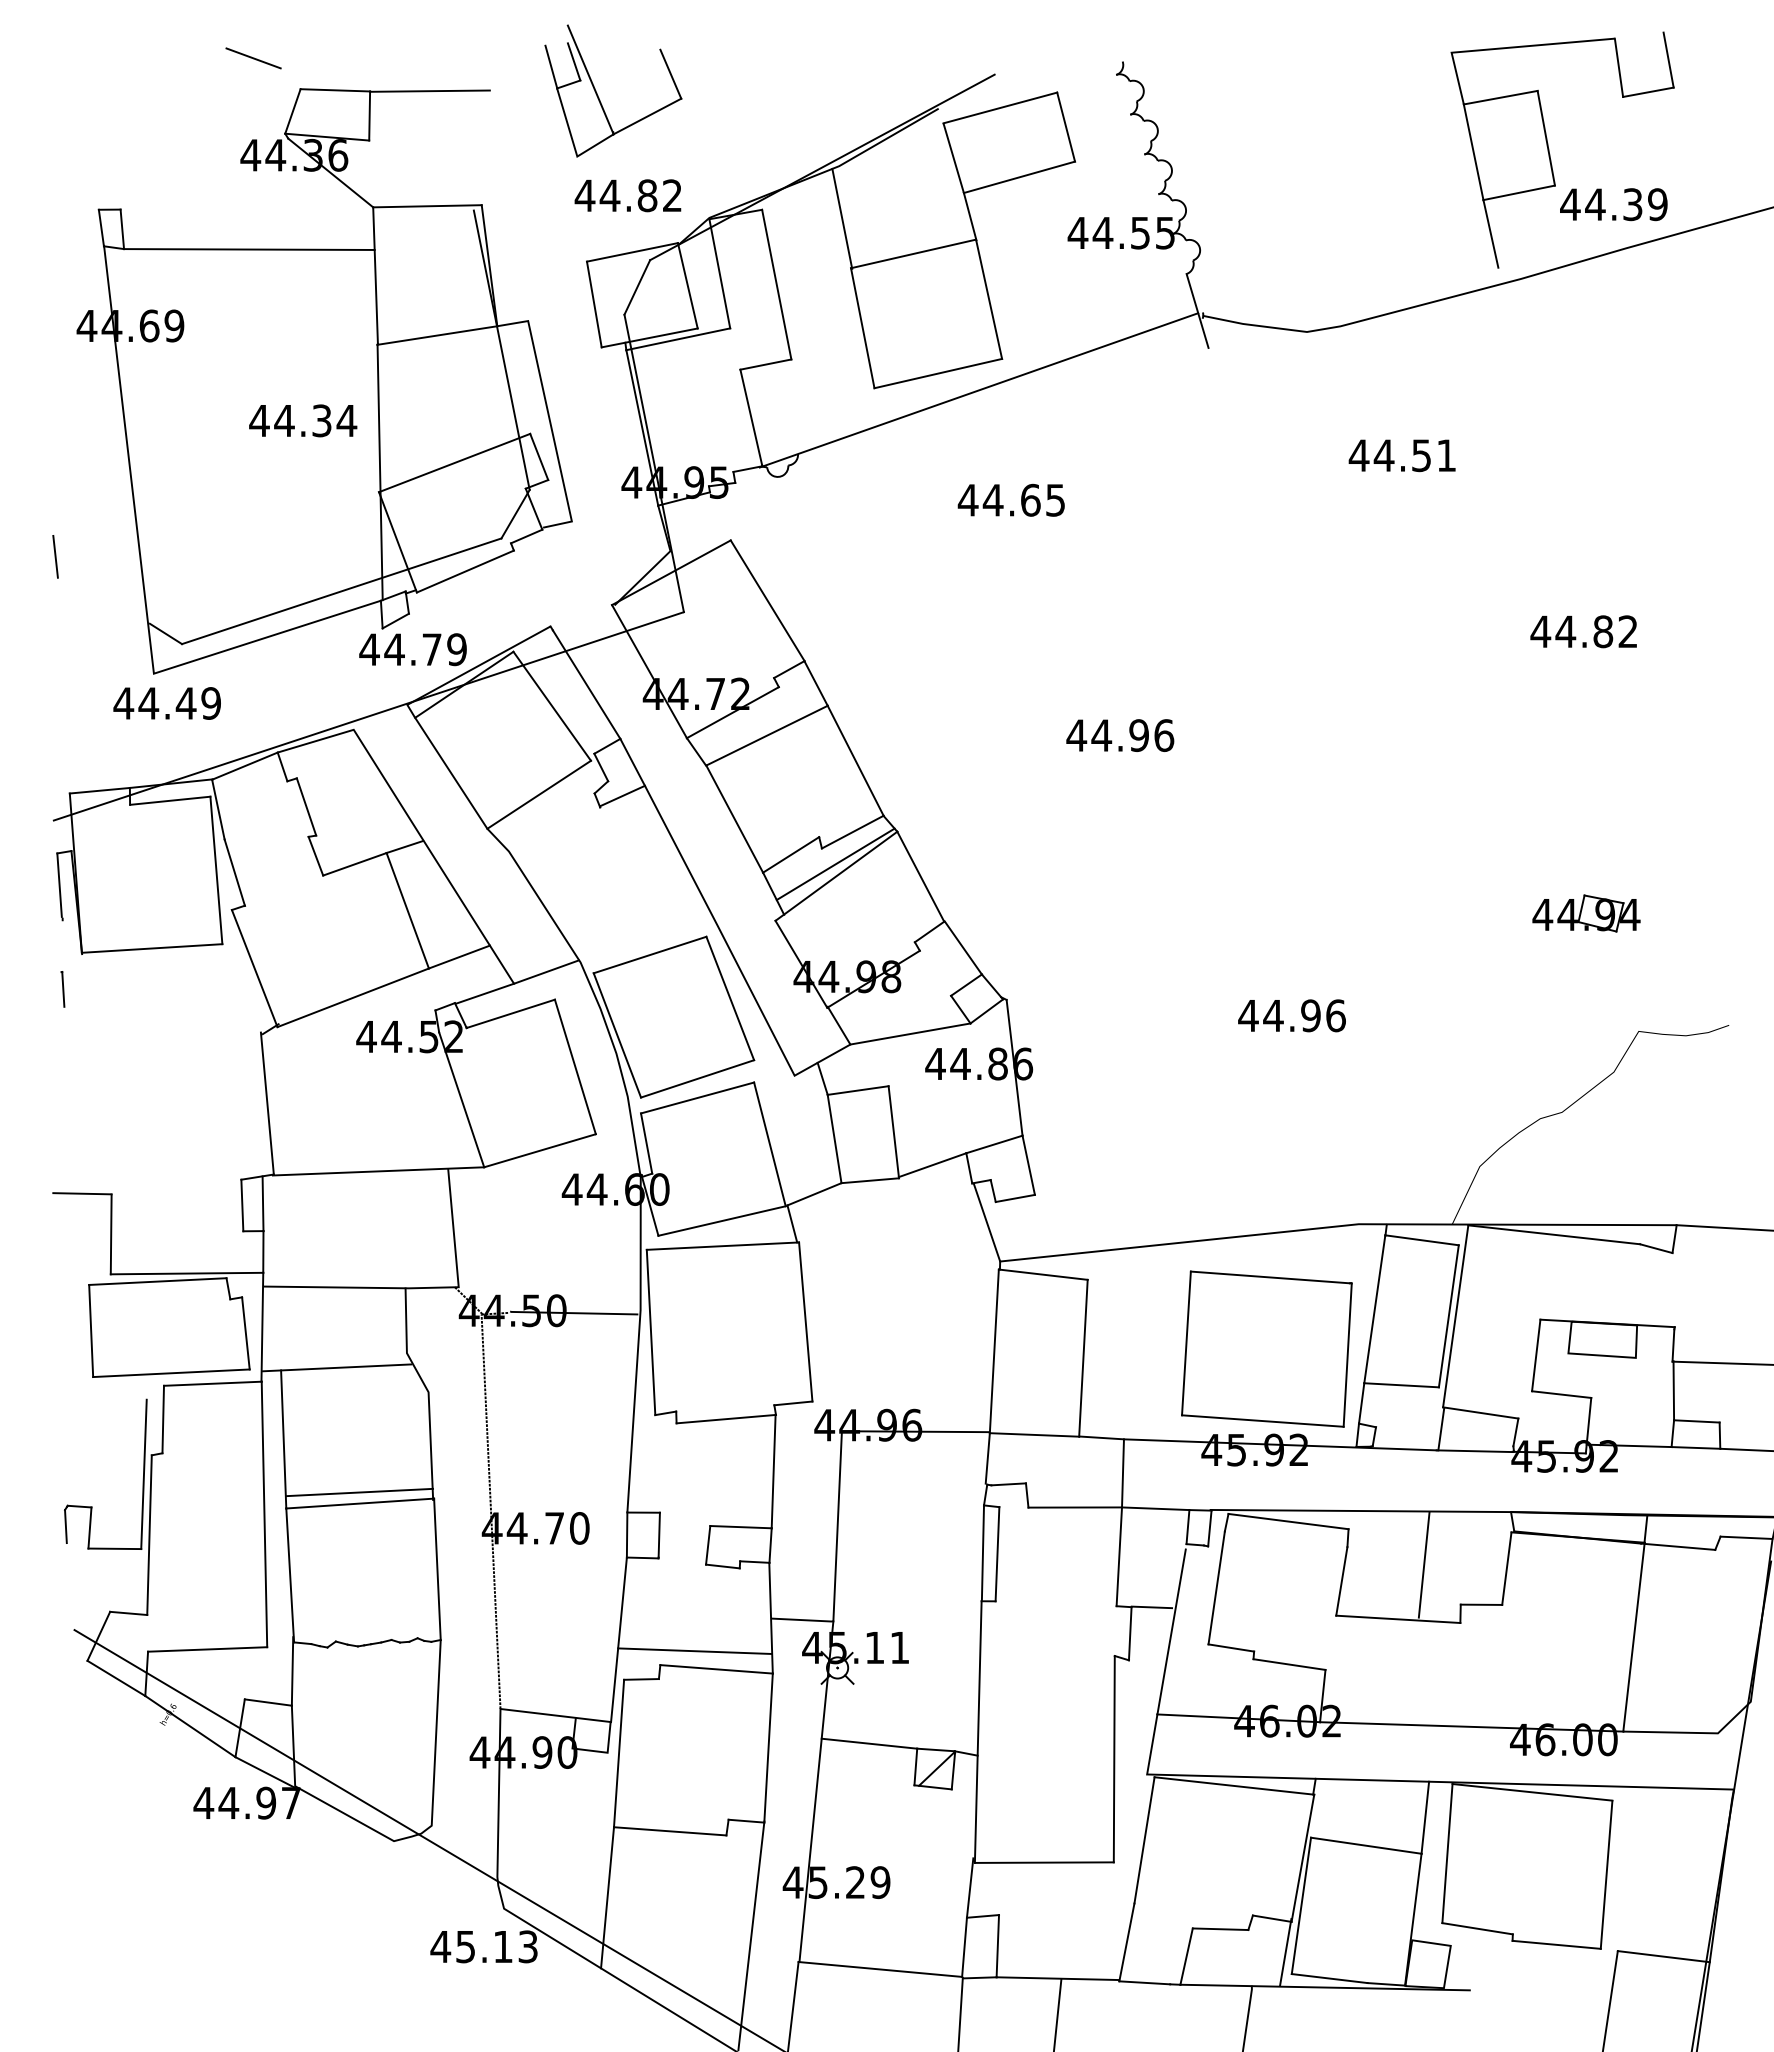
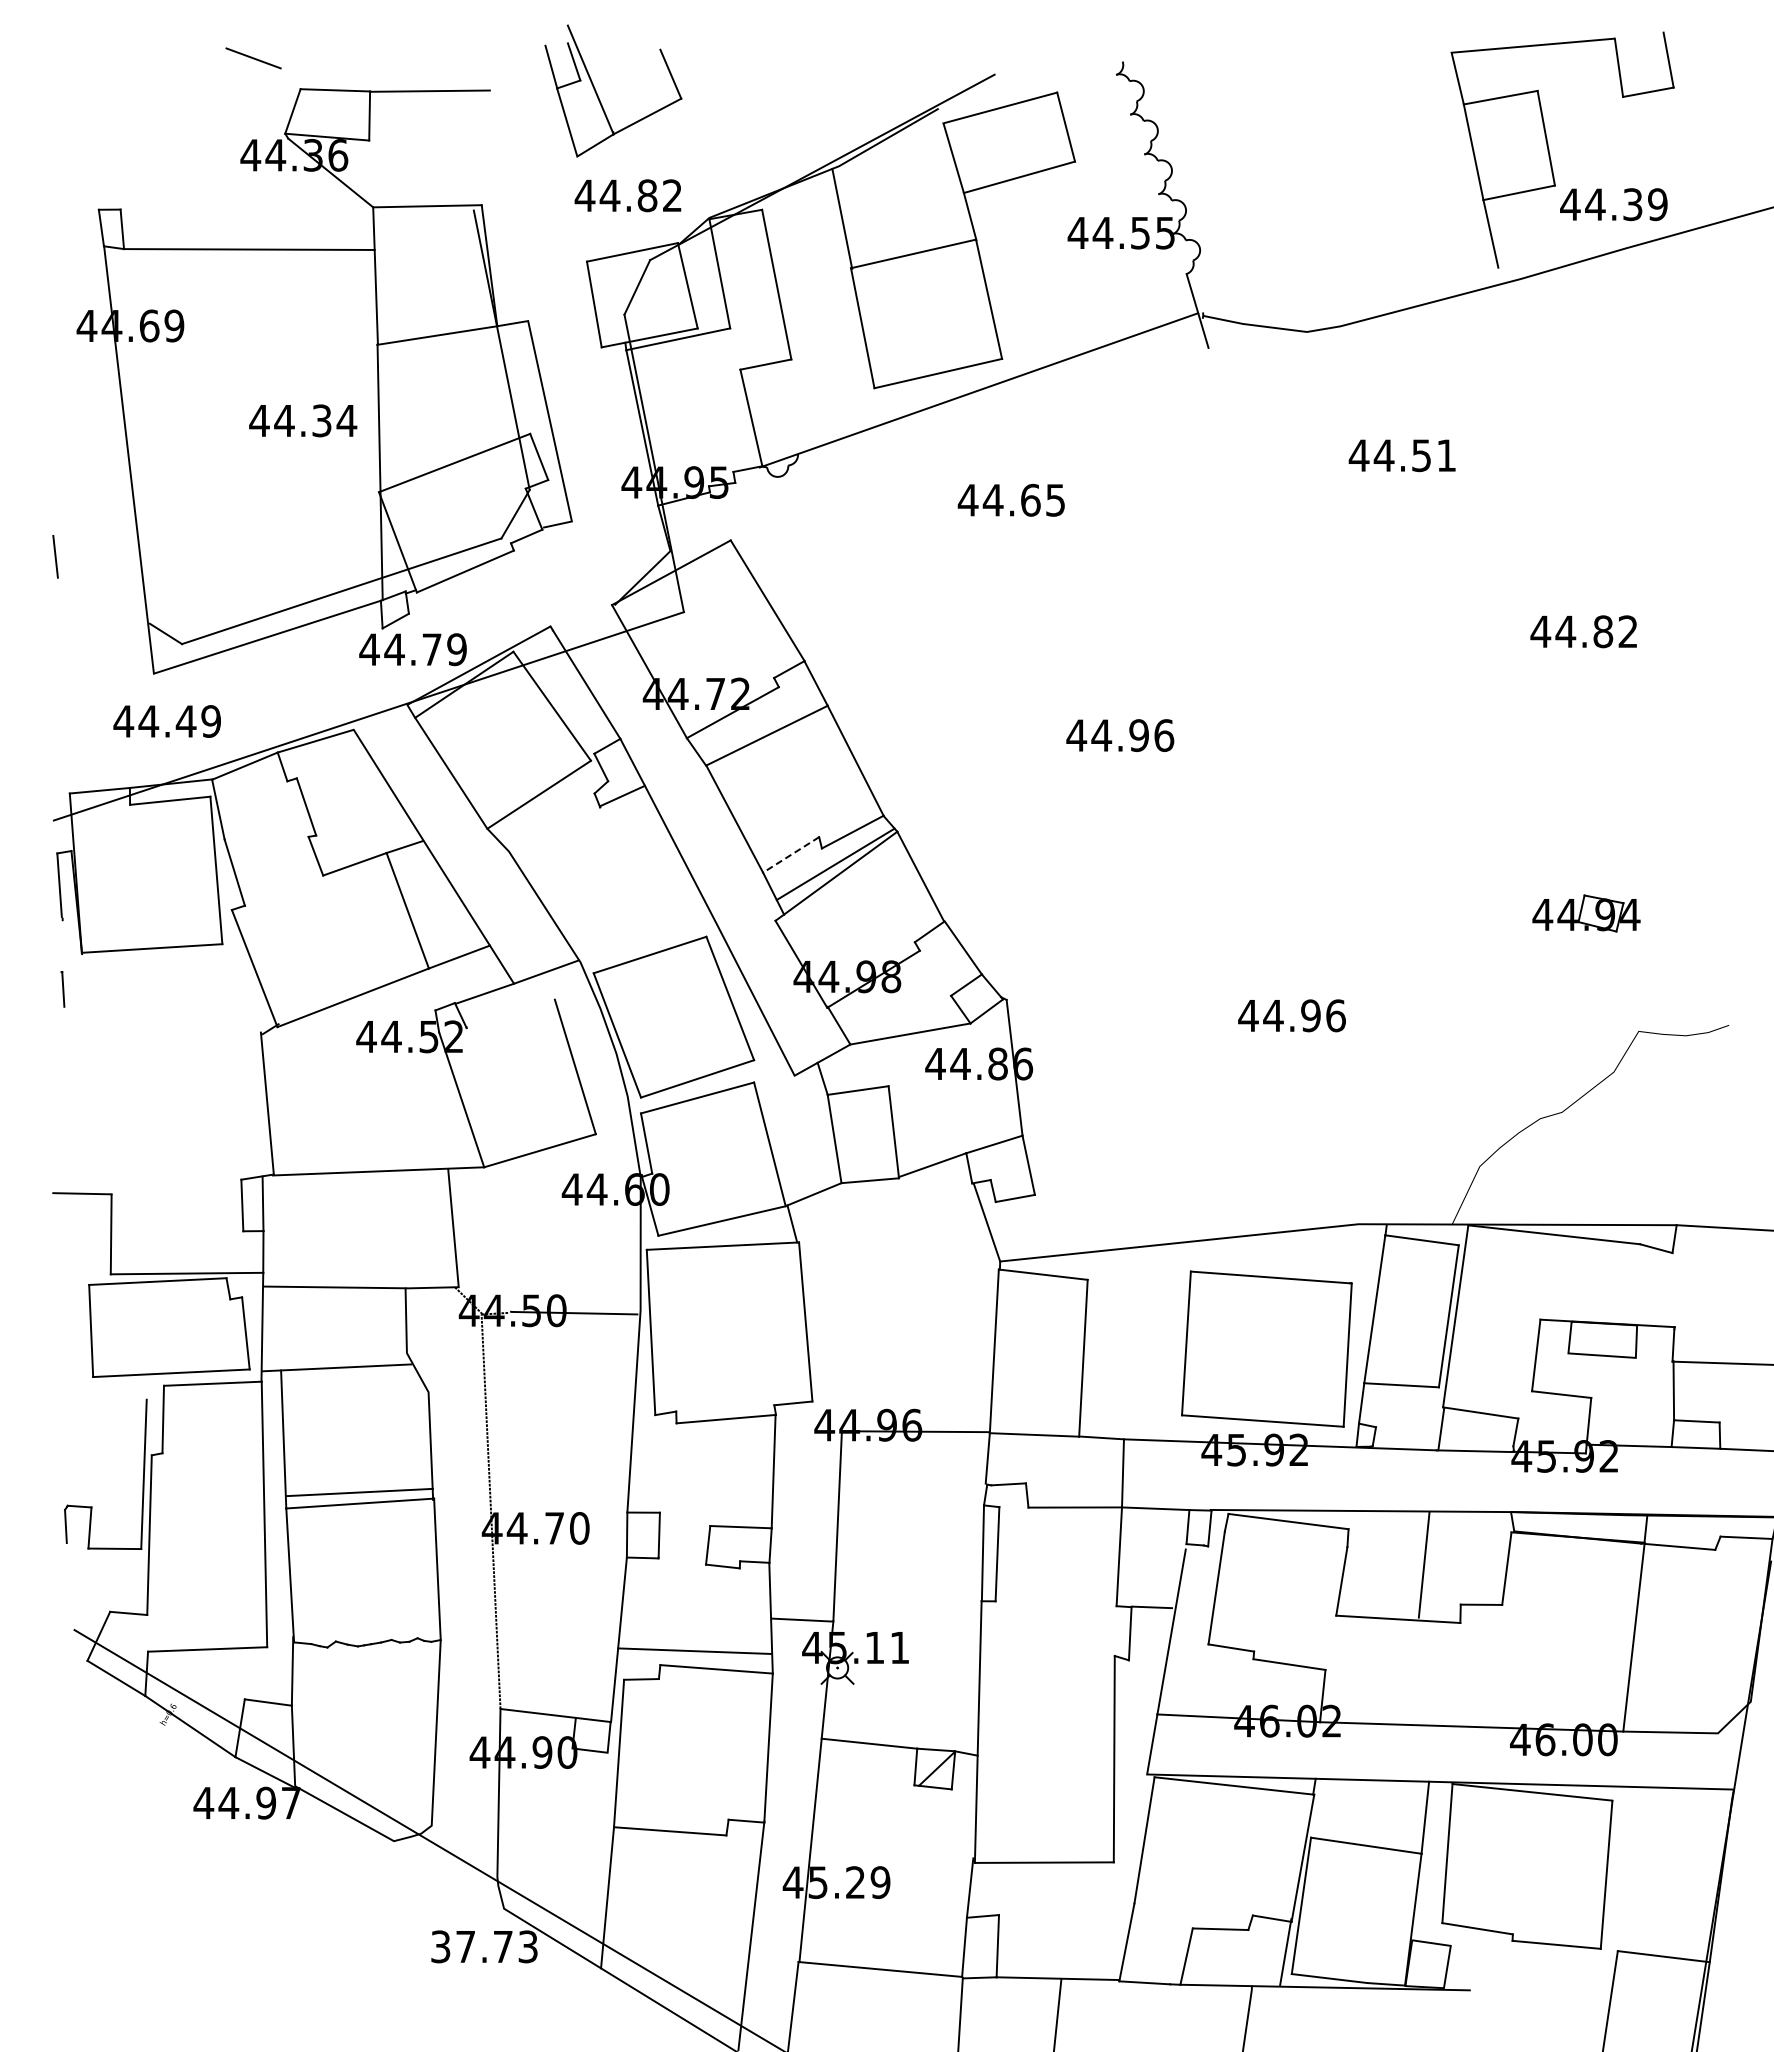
text at (166, 703) position: (166, 703) -> (166, 721)
line at (790, 855): solid -> dashed
line at (510, 1013): present -> none
text at (471, 1946): 45.13 -> 37.73
